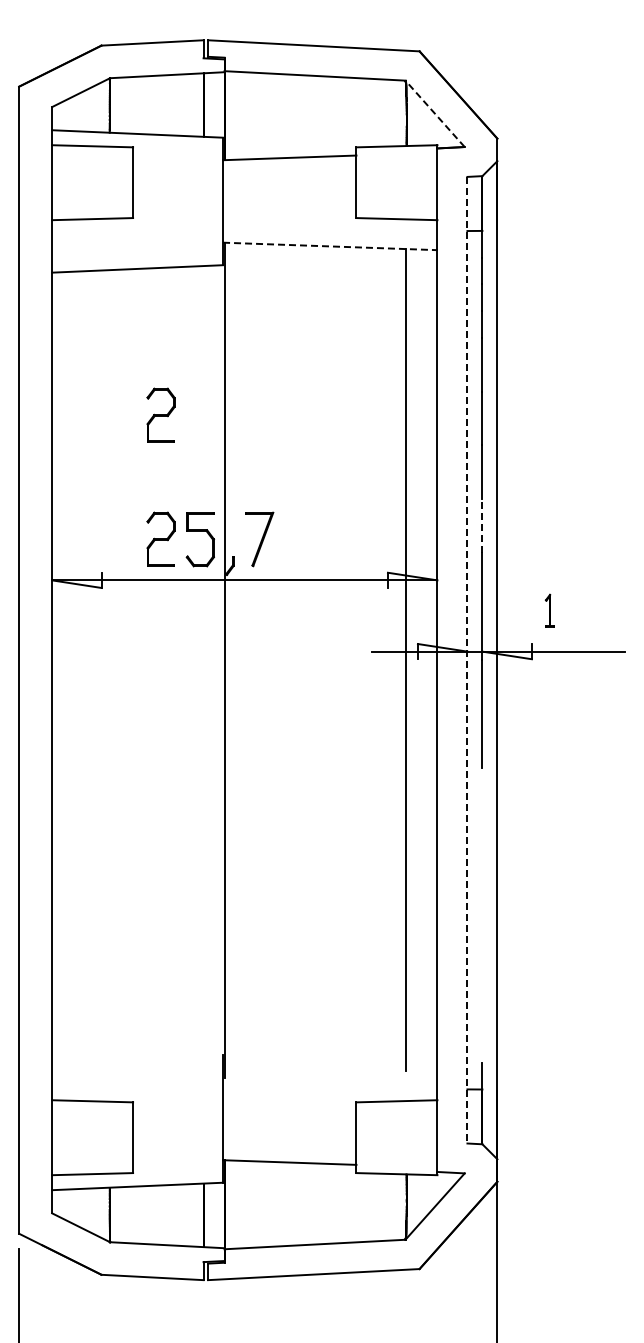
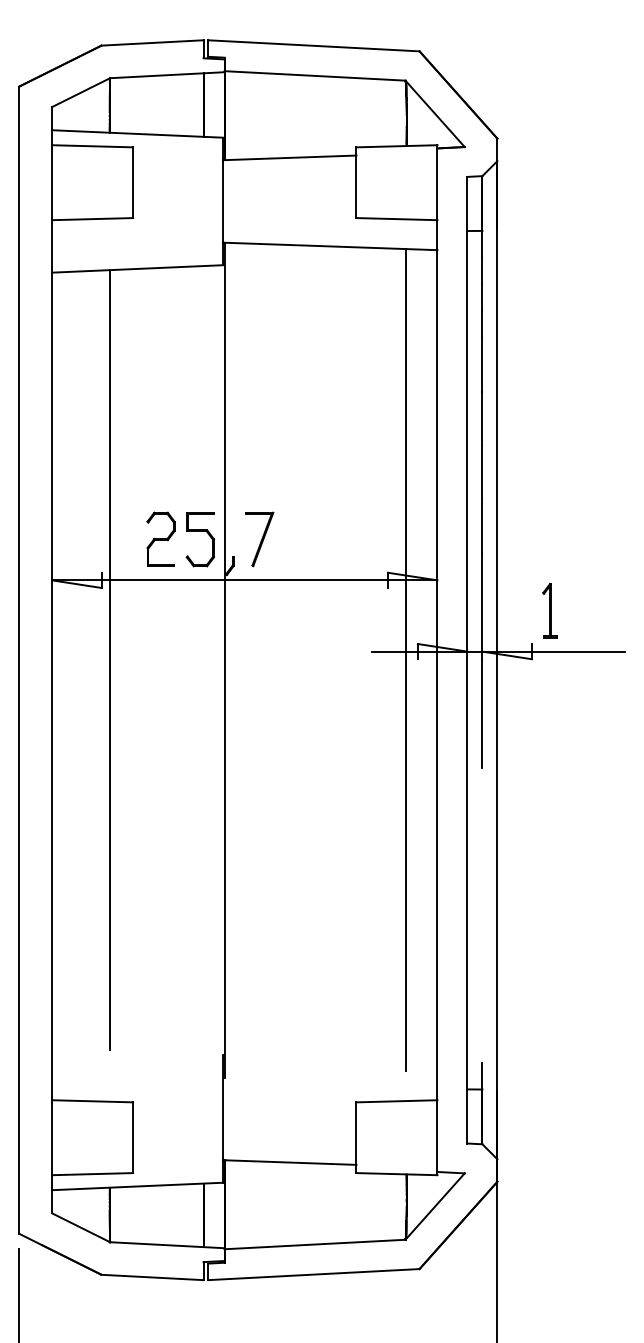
line at (434, 113): dashed -> solid
line at (330, 246): dashed -> solid
part at (160, 414): present -> none
line at (482, 525): dashed -> solid
part at (549, 610) size: 11x35 px -> 16x56 px
line at (110, 660): none -> present
line at (467, 660): dashed -> solid
